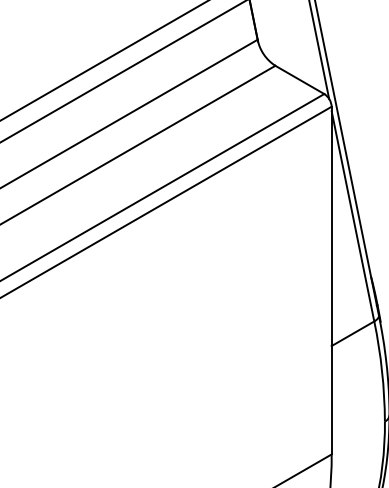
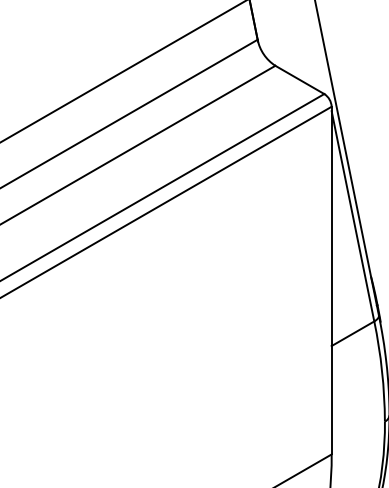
line at (319, 50): present -> none
line at (103, 60): present -> none
